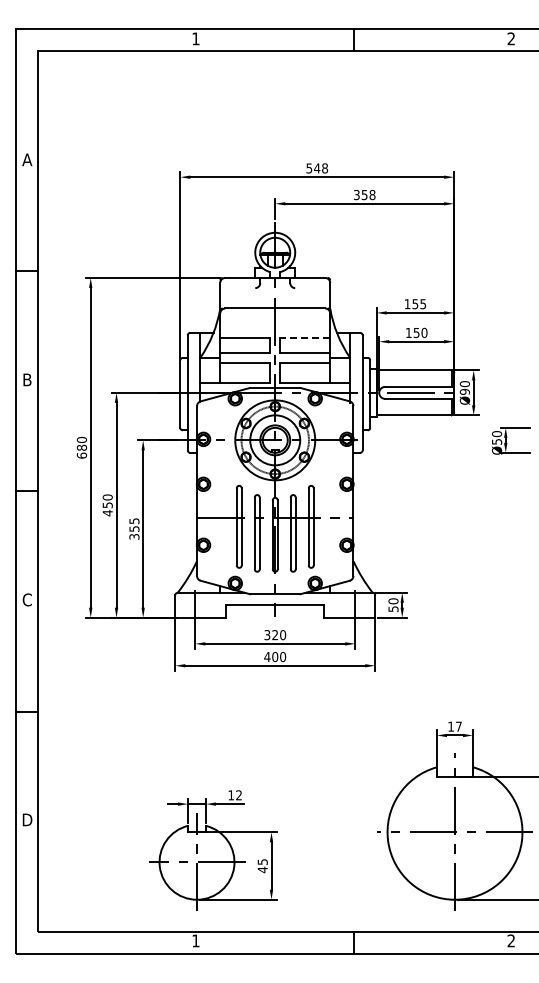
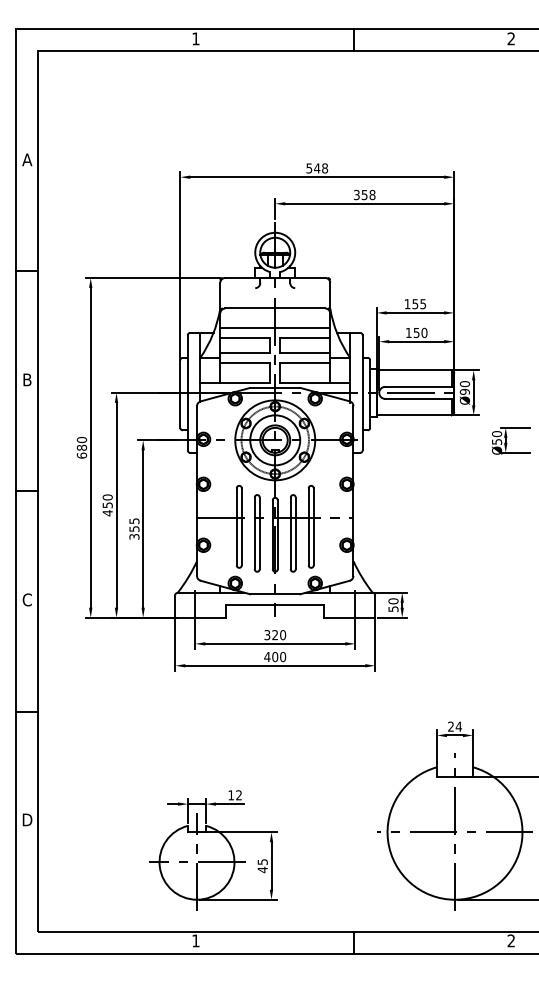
line at (275, 328): none -> present
line at (305, 338): dashed -> solid
text at (455, 726): 17 -> 24
